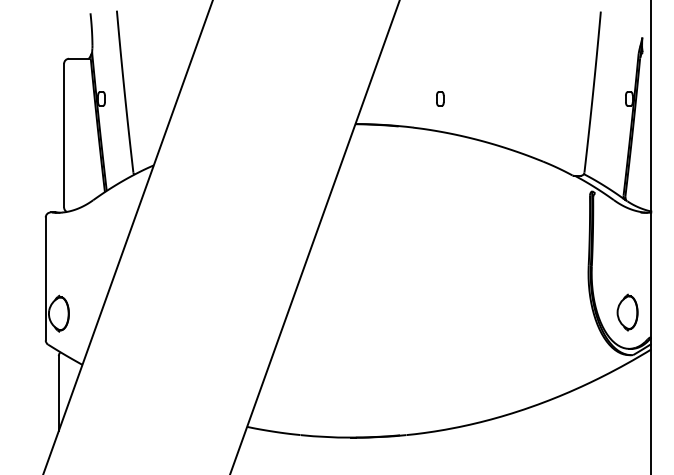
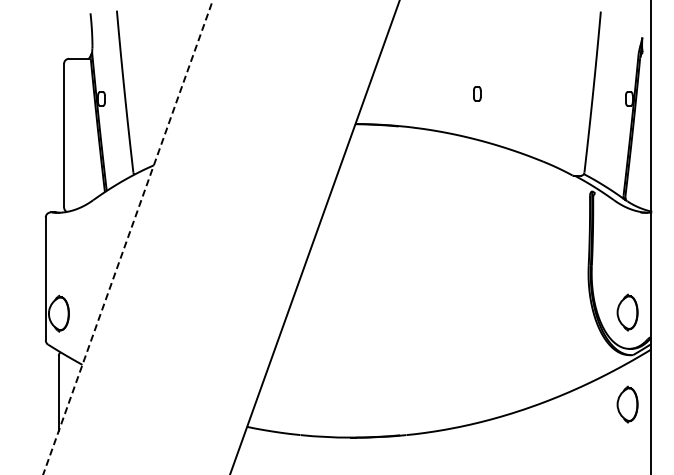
part at (440, 98) position: (440, 98) -> (477, 93)
line at (127, 237): solid -> dashed
part at (627, 404): none -> present
